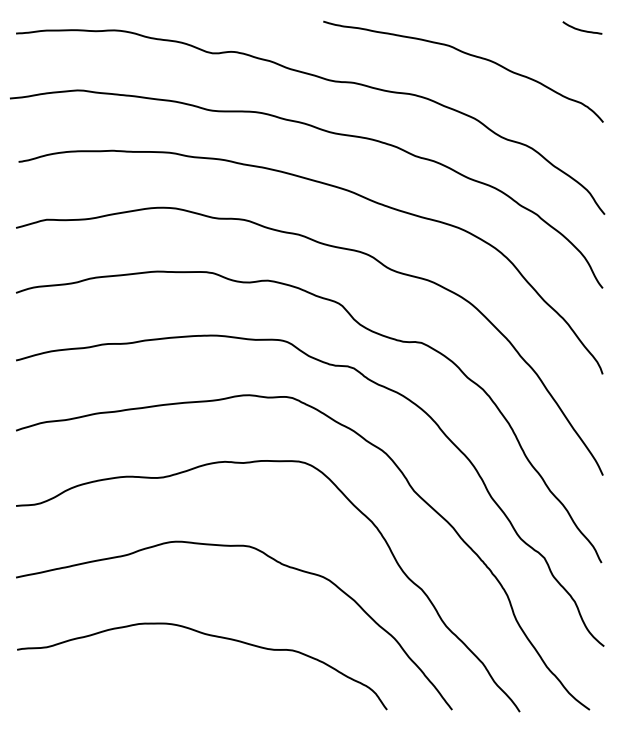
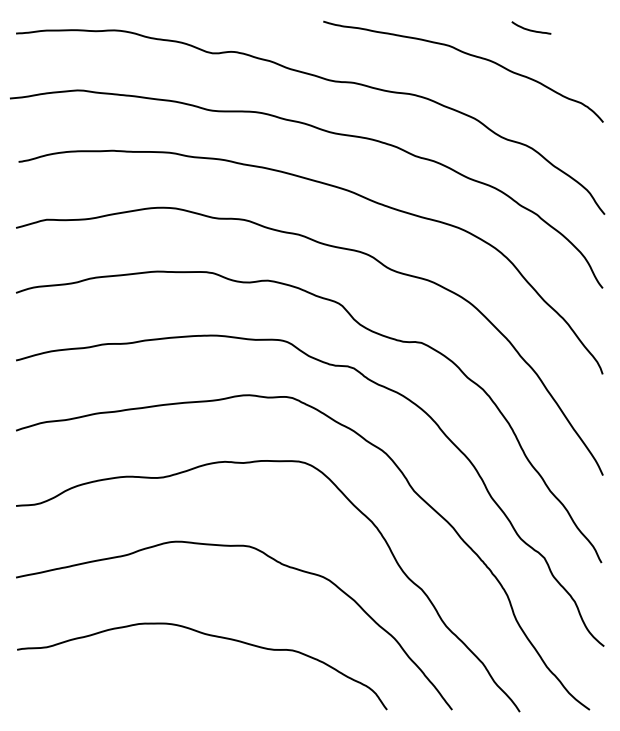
curve at (582, 29) position: (582, 29) -> (531, 29)
